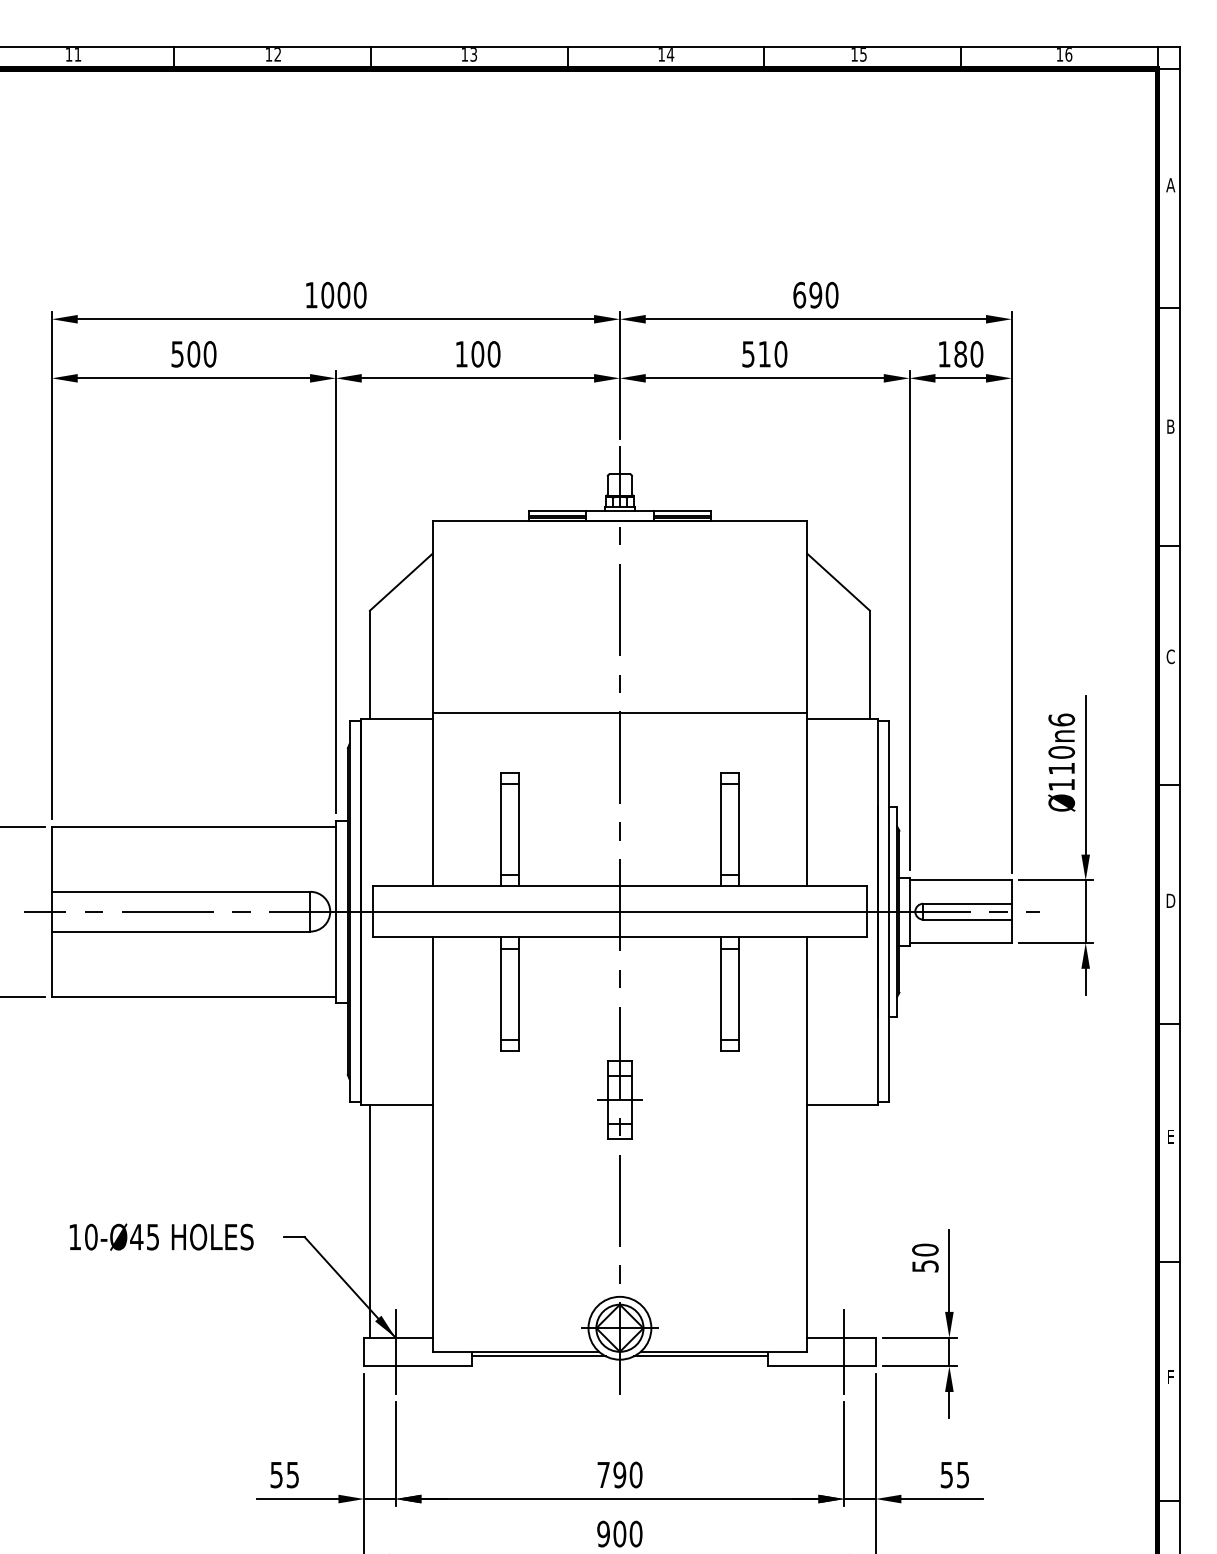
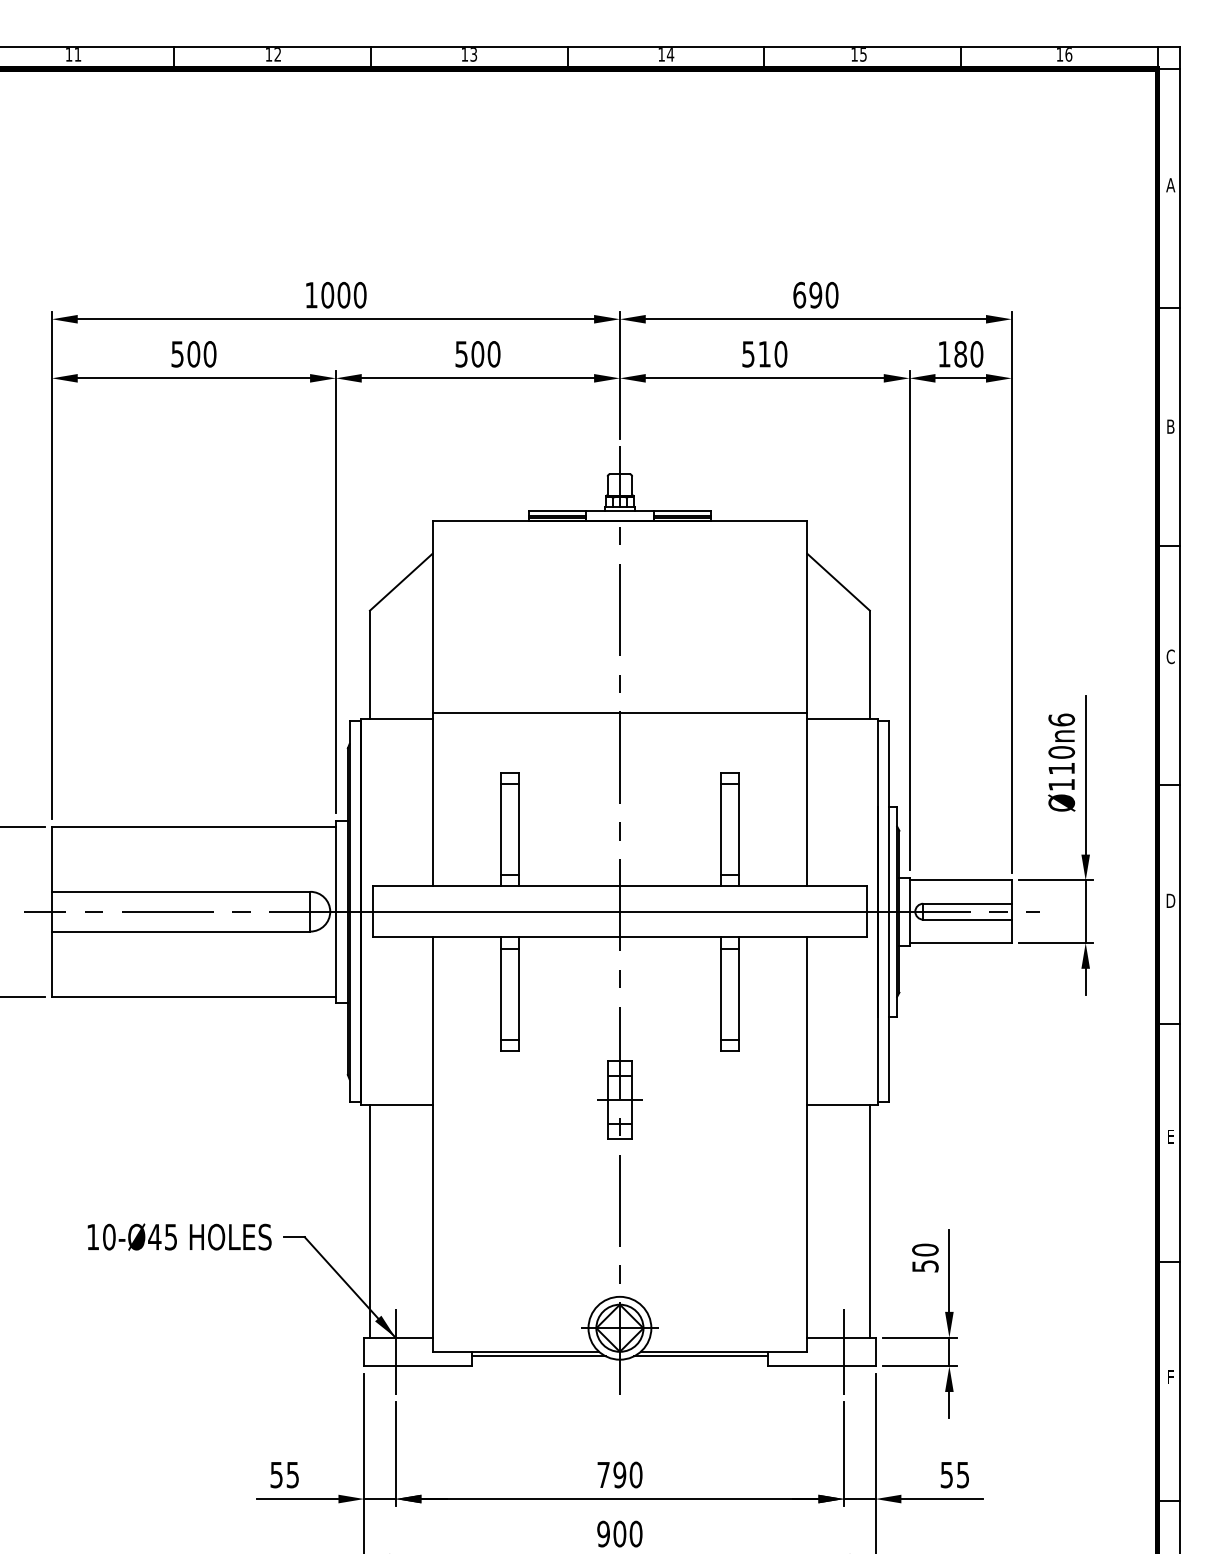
text at (461, 354): 100 -> 500
line at (869, 1220): none -> present
text at (161, 1236) position: (161, 1236) -> (179, 1236)
